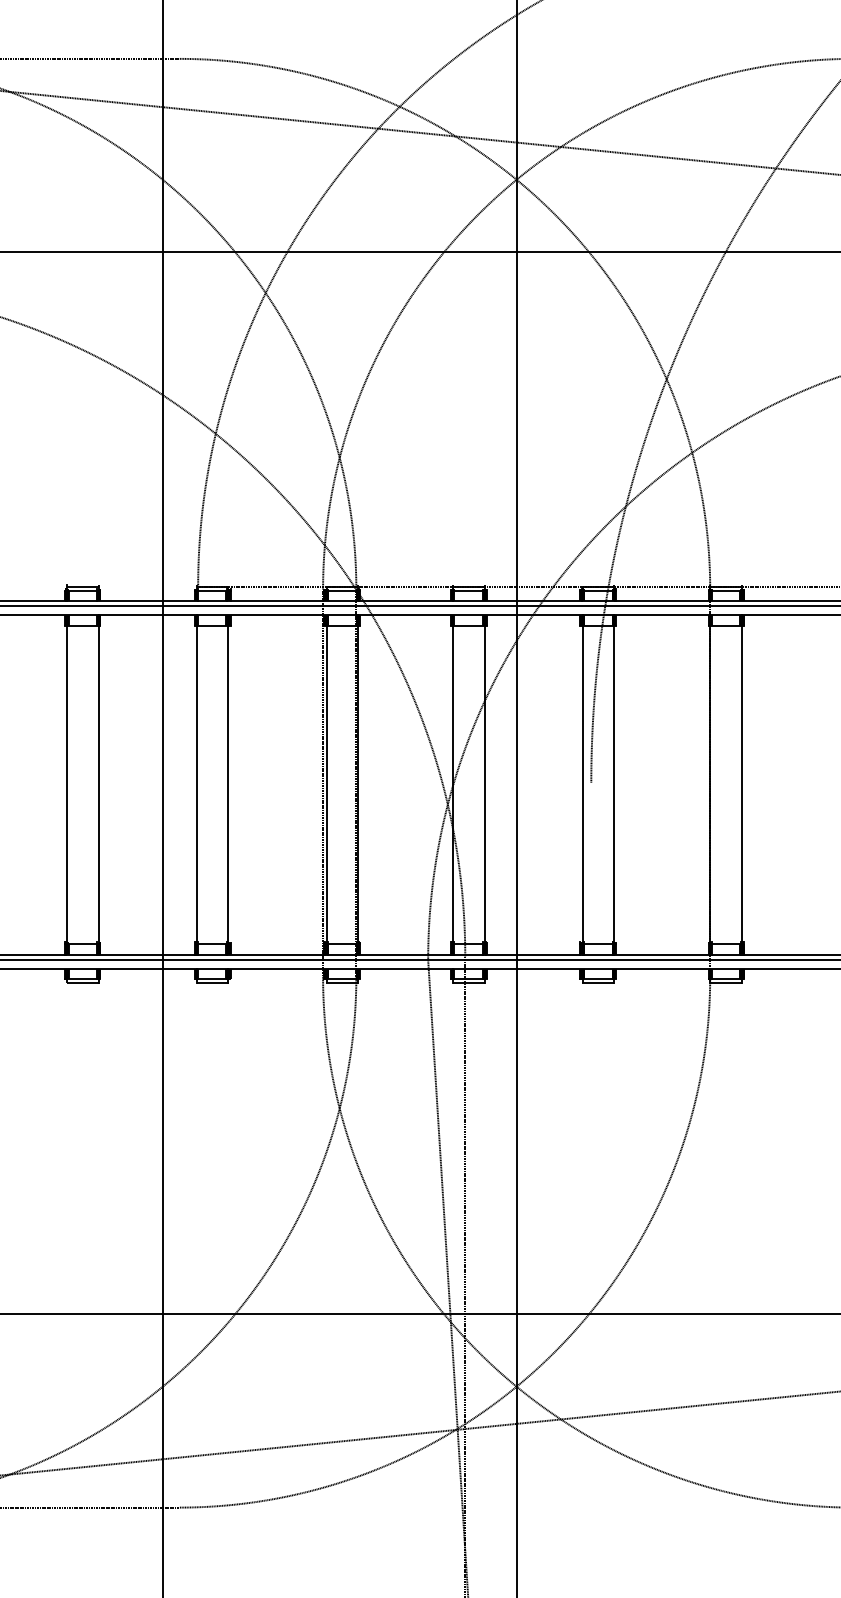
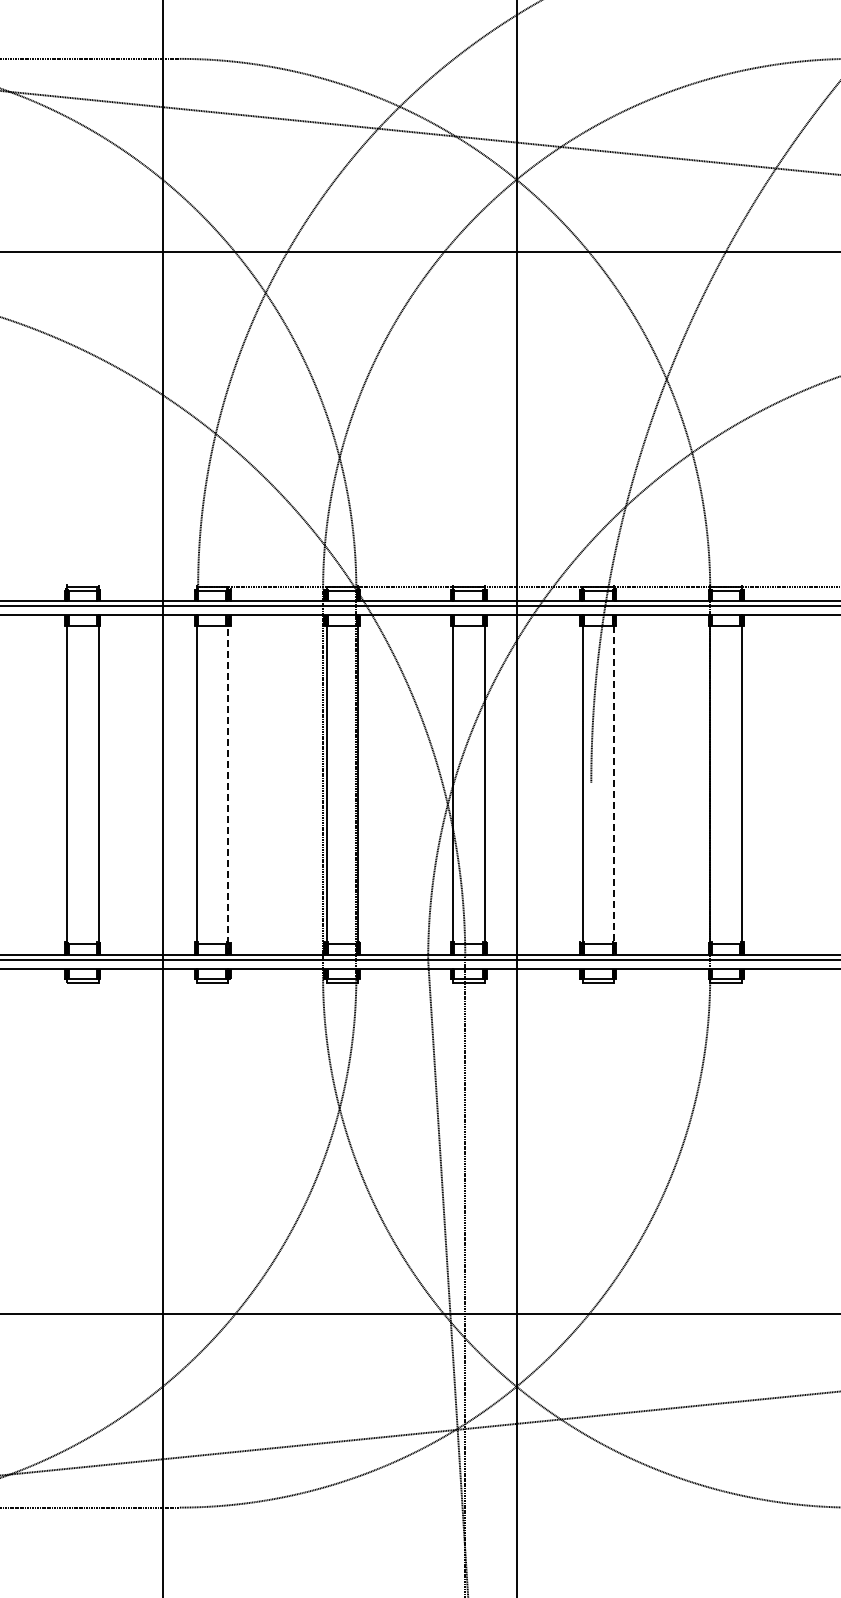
line at (228, 784): solid -> dashed
line at (614, 784): solid -> dashed
